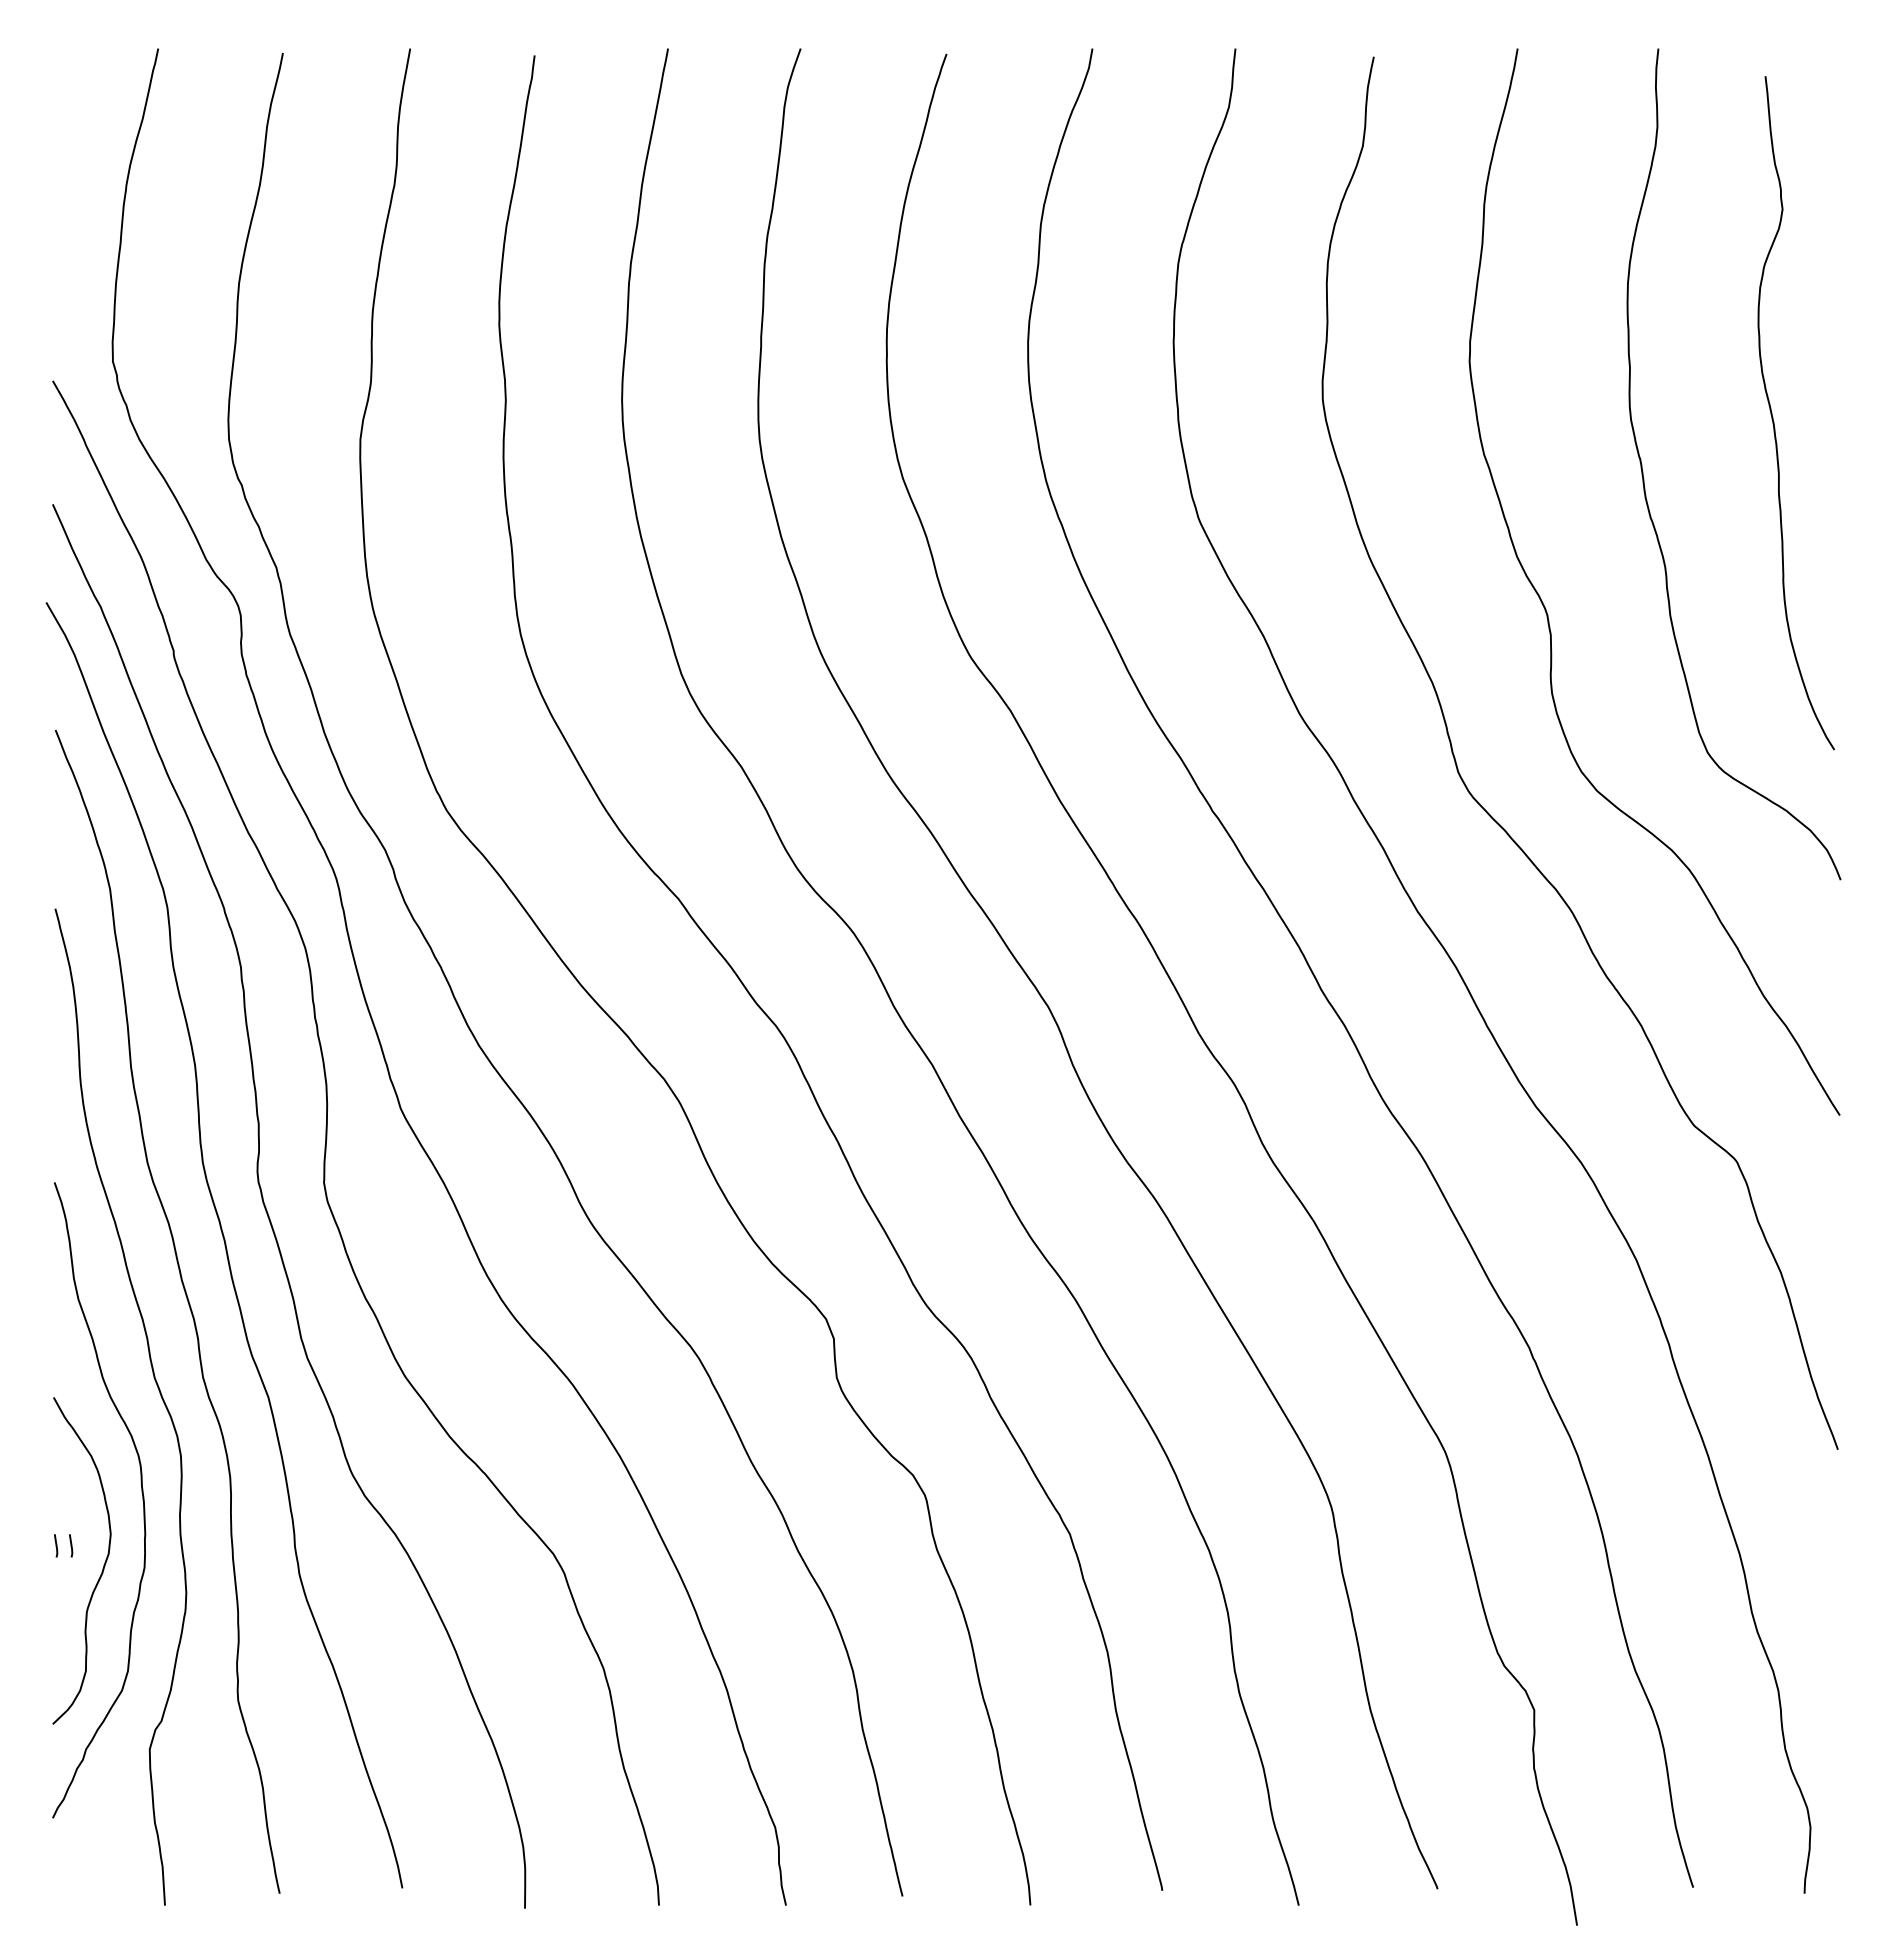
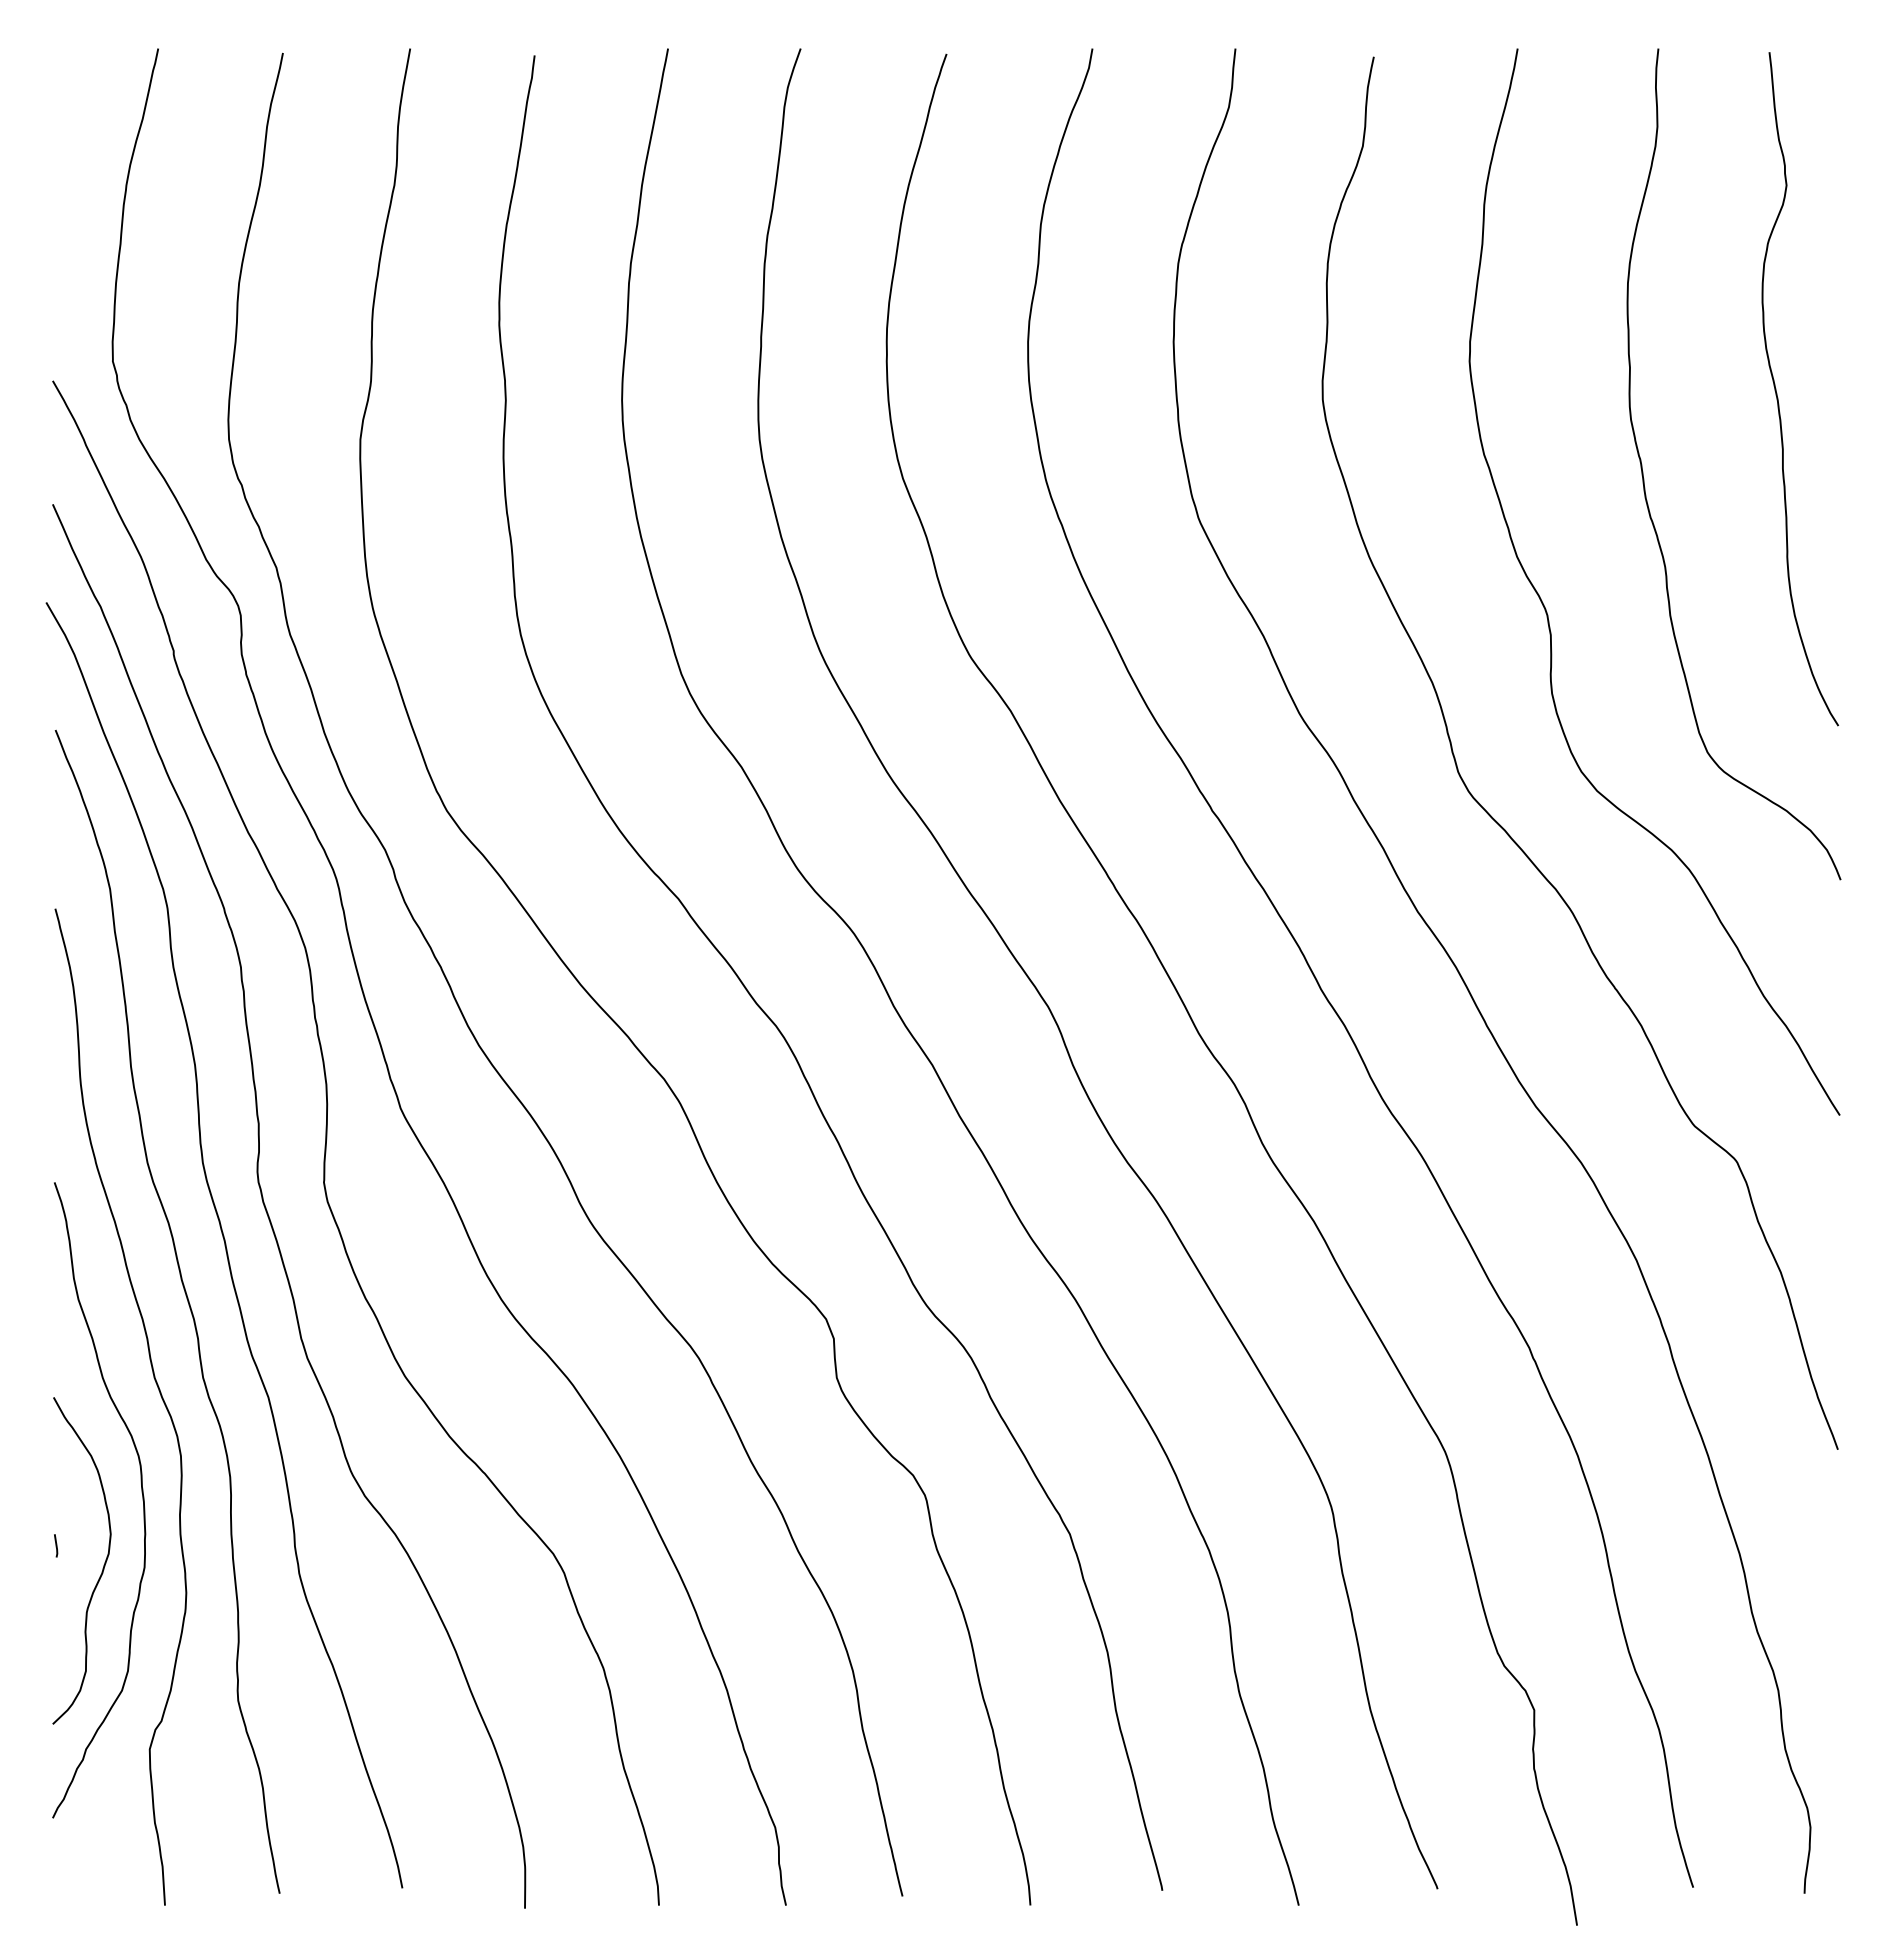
curve at (1773, 417) position: (1773, 417) -> (1777, 393)
line at (71, 1545): present -> none
